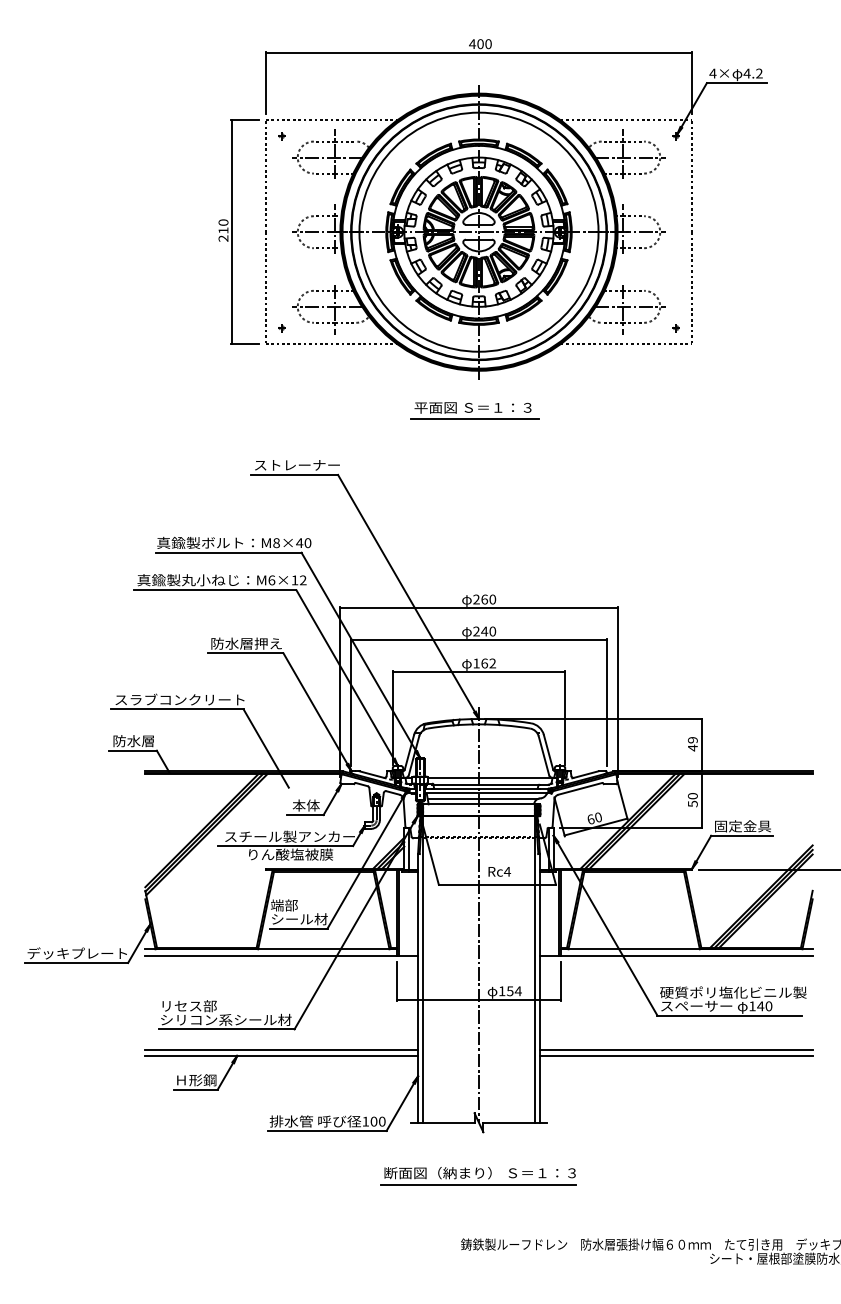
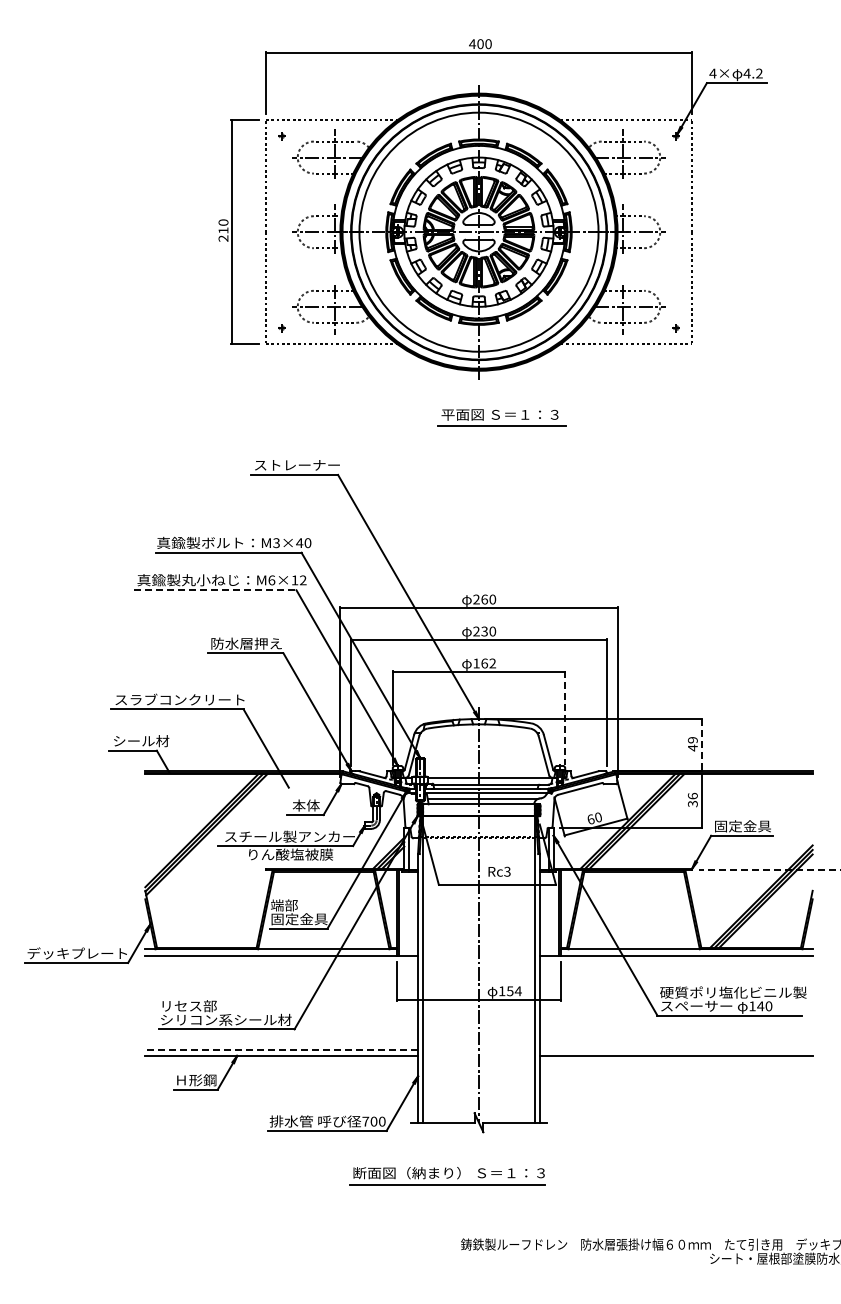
part at (474, 410) position: (474, 410) -> (501, 417)
text at (276, 542): M8×40 -> M3×40
line at (215, 590): solid -> dashed
text at (484, 631): 240 -> 230
line at (565, 718): solid -> dashed
text at (141, 741): 防水層 -> シール材
line at (701, 745): solid -> dashed
text at (692, 799): 50 -> 36
line at (769, 870): solid -> dashed
text at (507, 871): Rc4 -> Rc3
text at (299, 919): シール材 -> 固定金具
line at (281, 1049): solid -> dashed
line at (675, 1049): present -> none
text at (365, 1121): 100 -> 700
part at (478, 1176) position: (478, 1176) -> (447, 1176)
